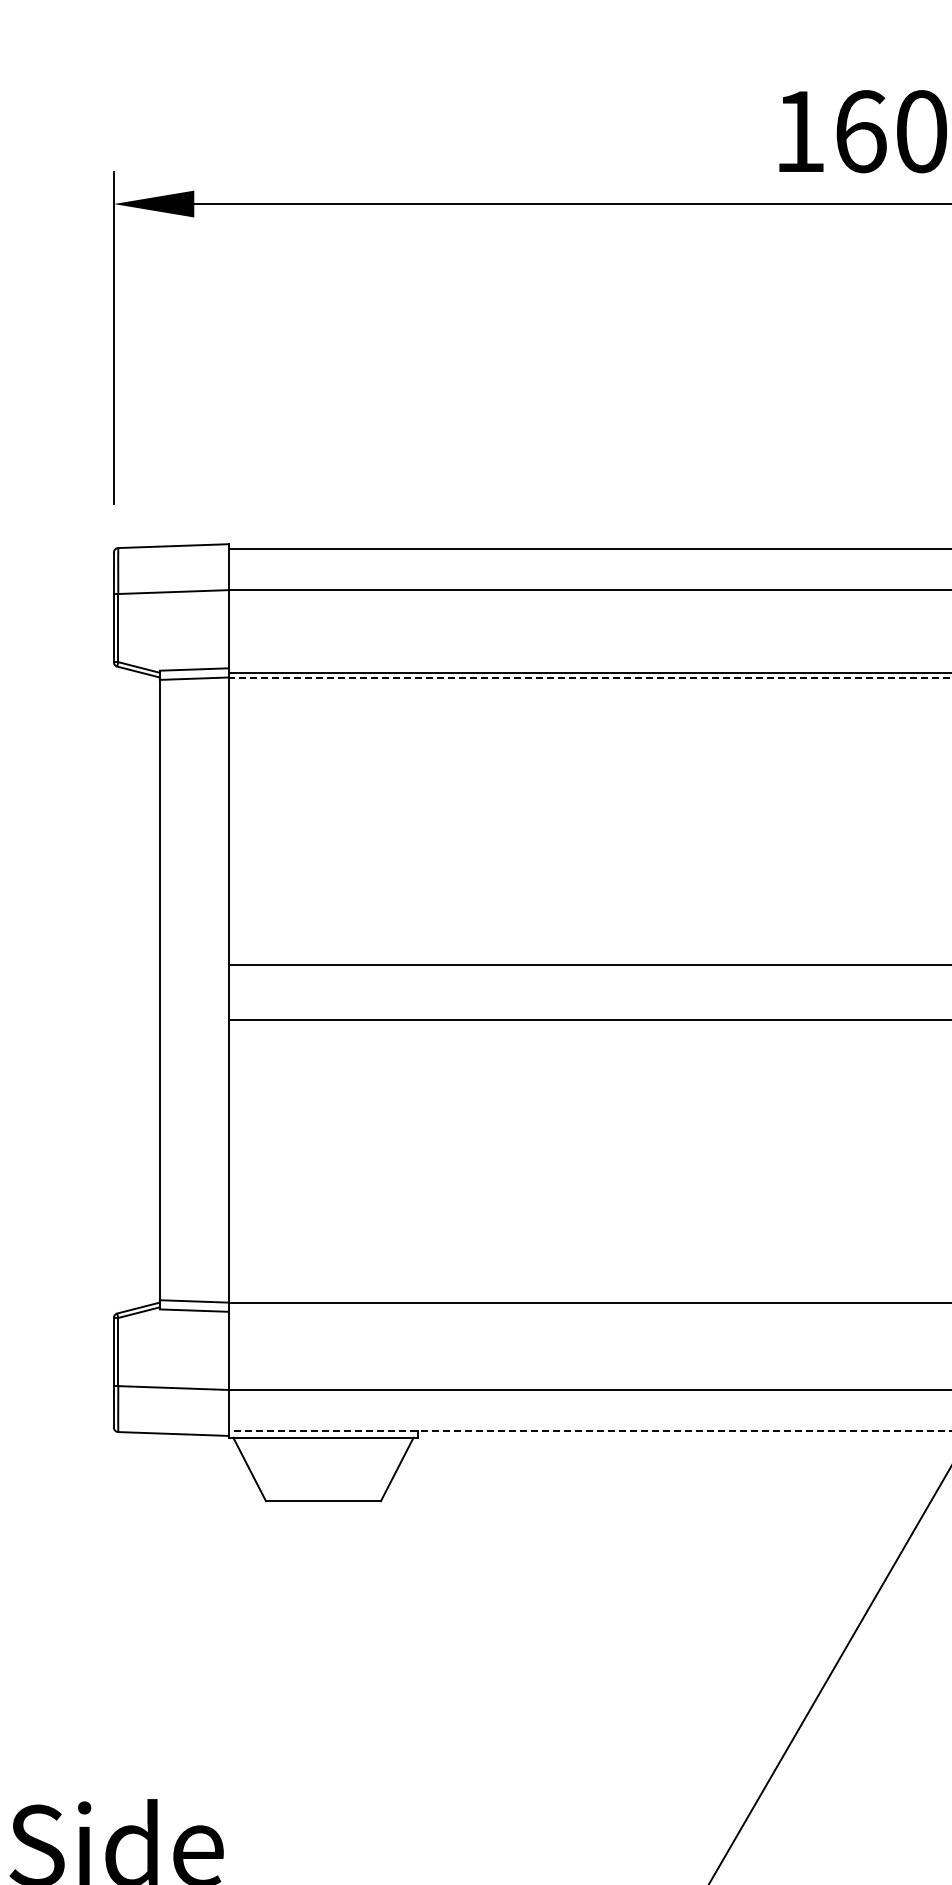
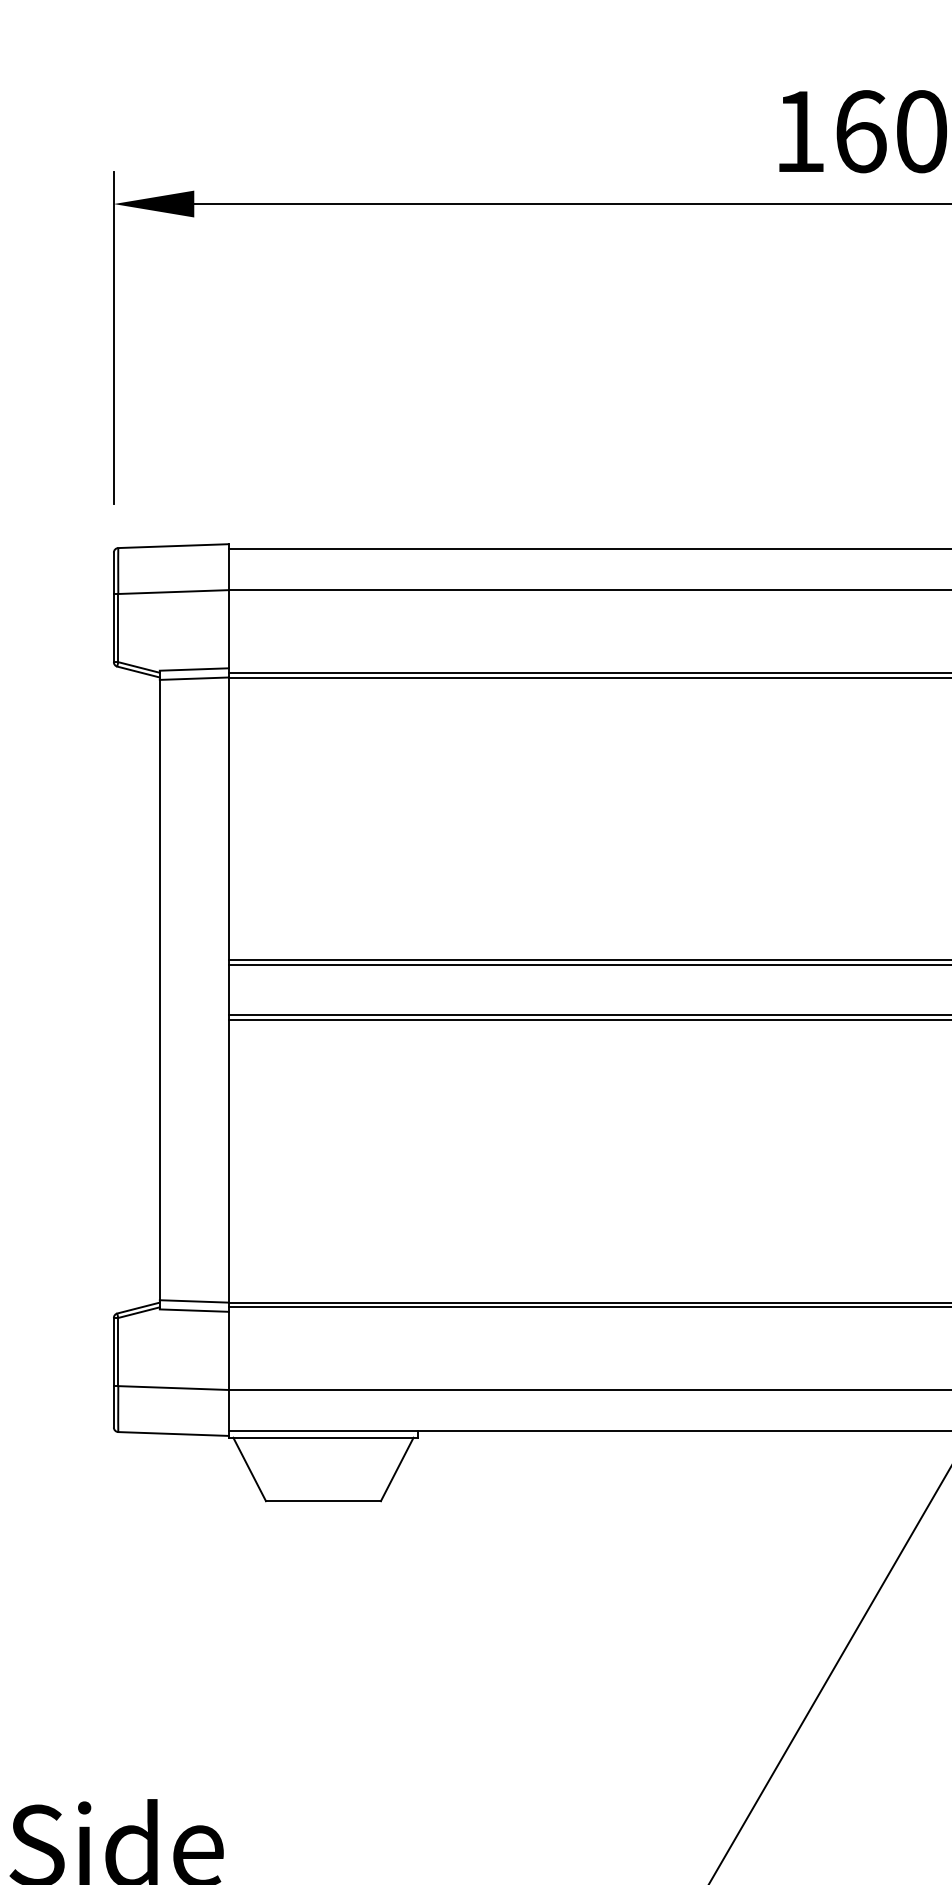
line at (589, 677): dashed -> solid
line at (588, 960): none -> present
line at (588, 1015): none -> present
line at (588, 1307): none -> present
line at (589, 1431): dashed -> solid
